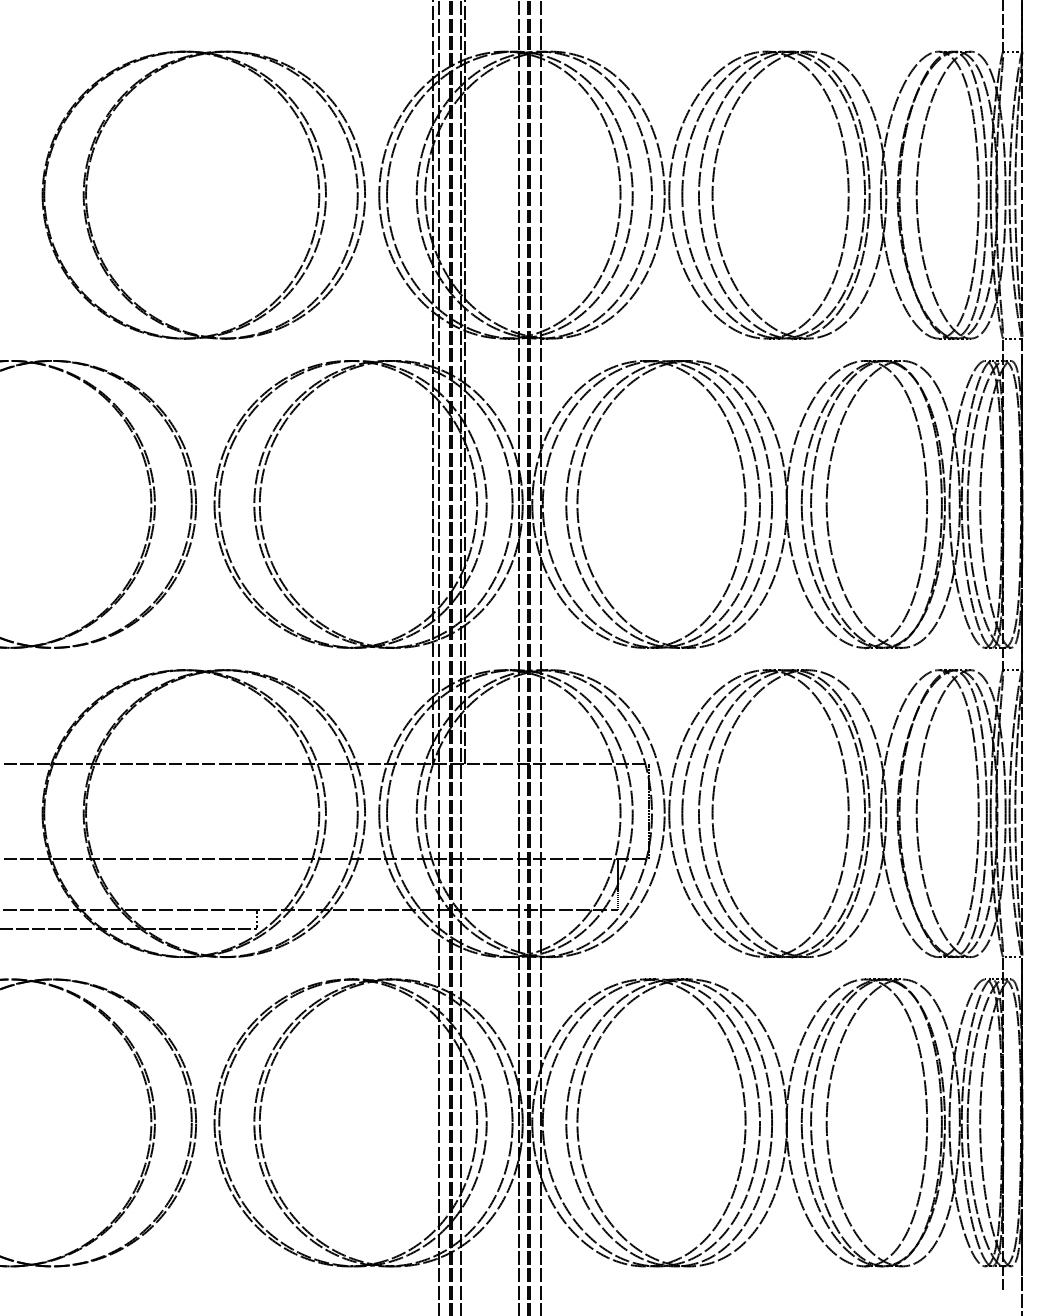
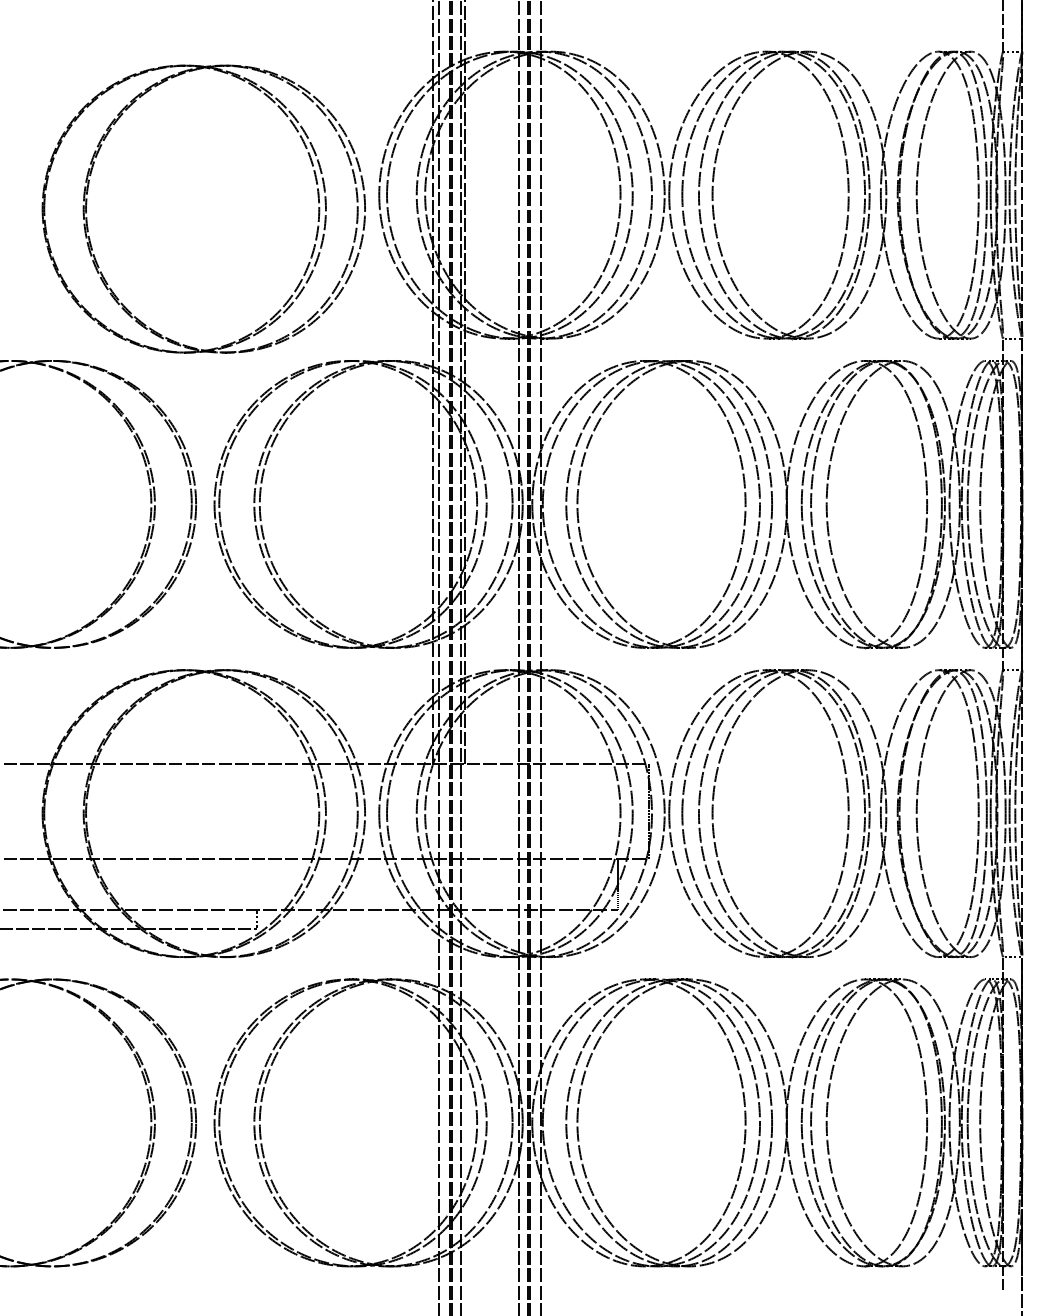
part at (317, 183) position: (317, 183) -> (317, 197)
